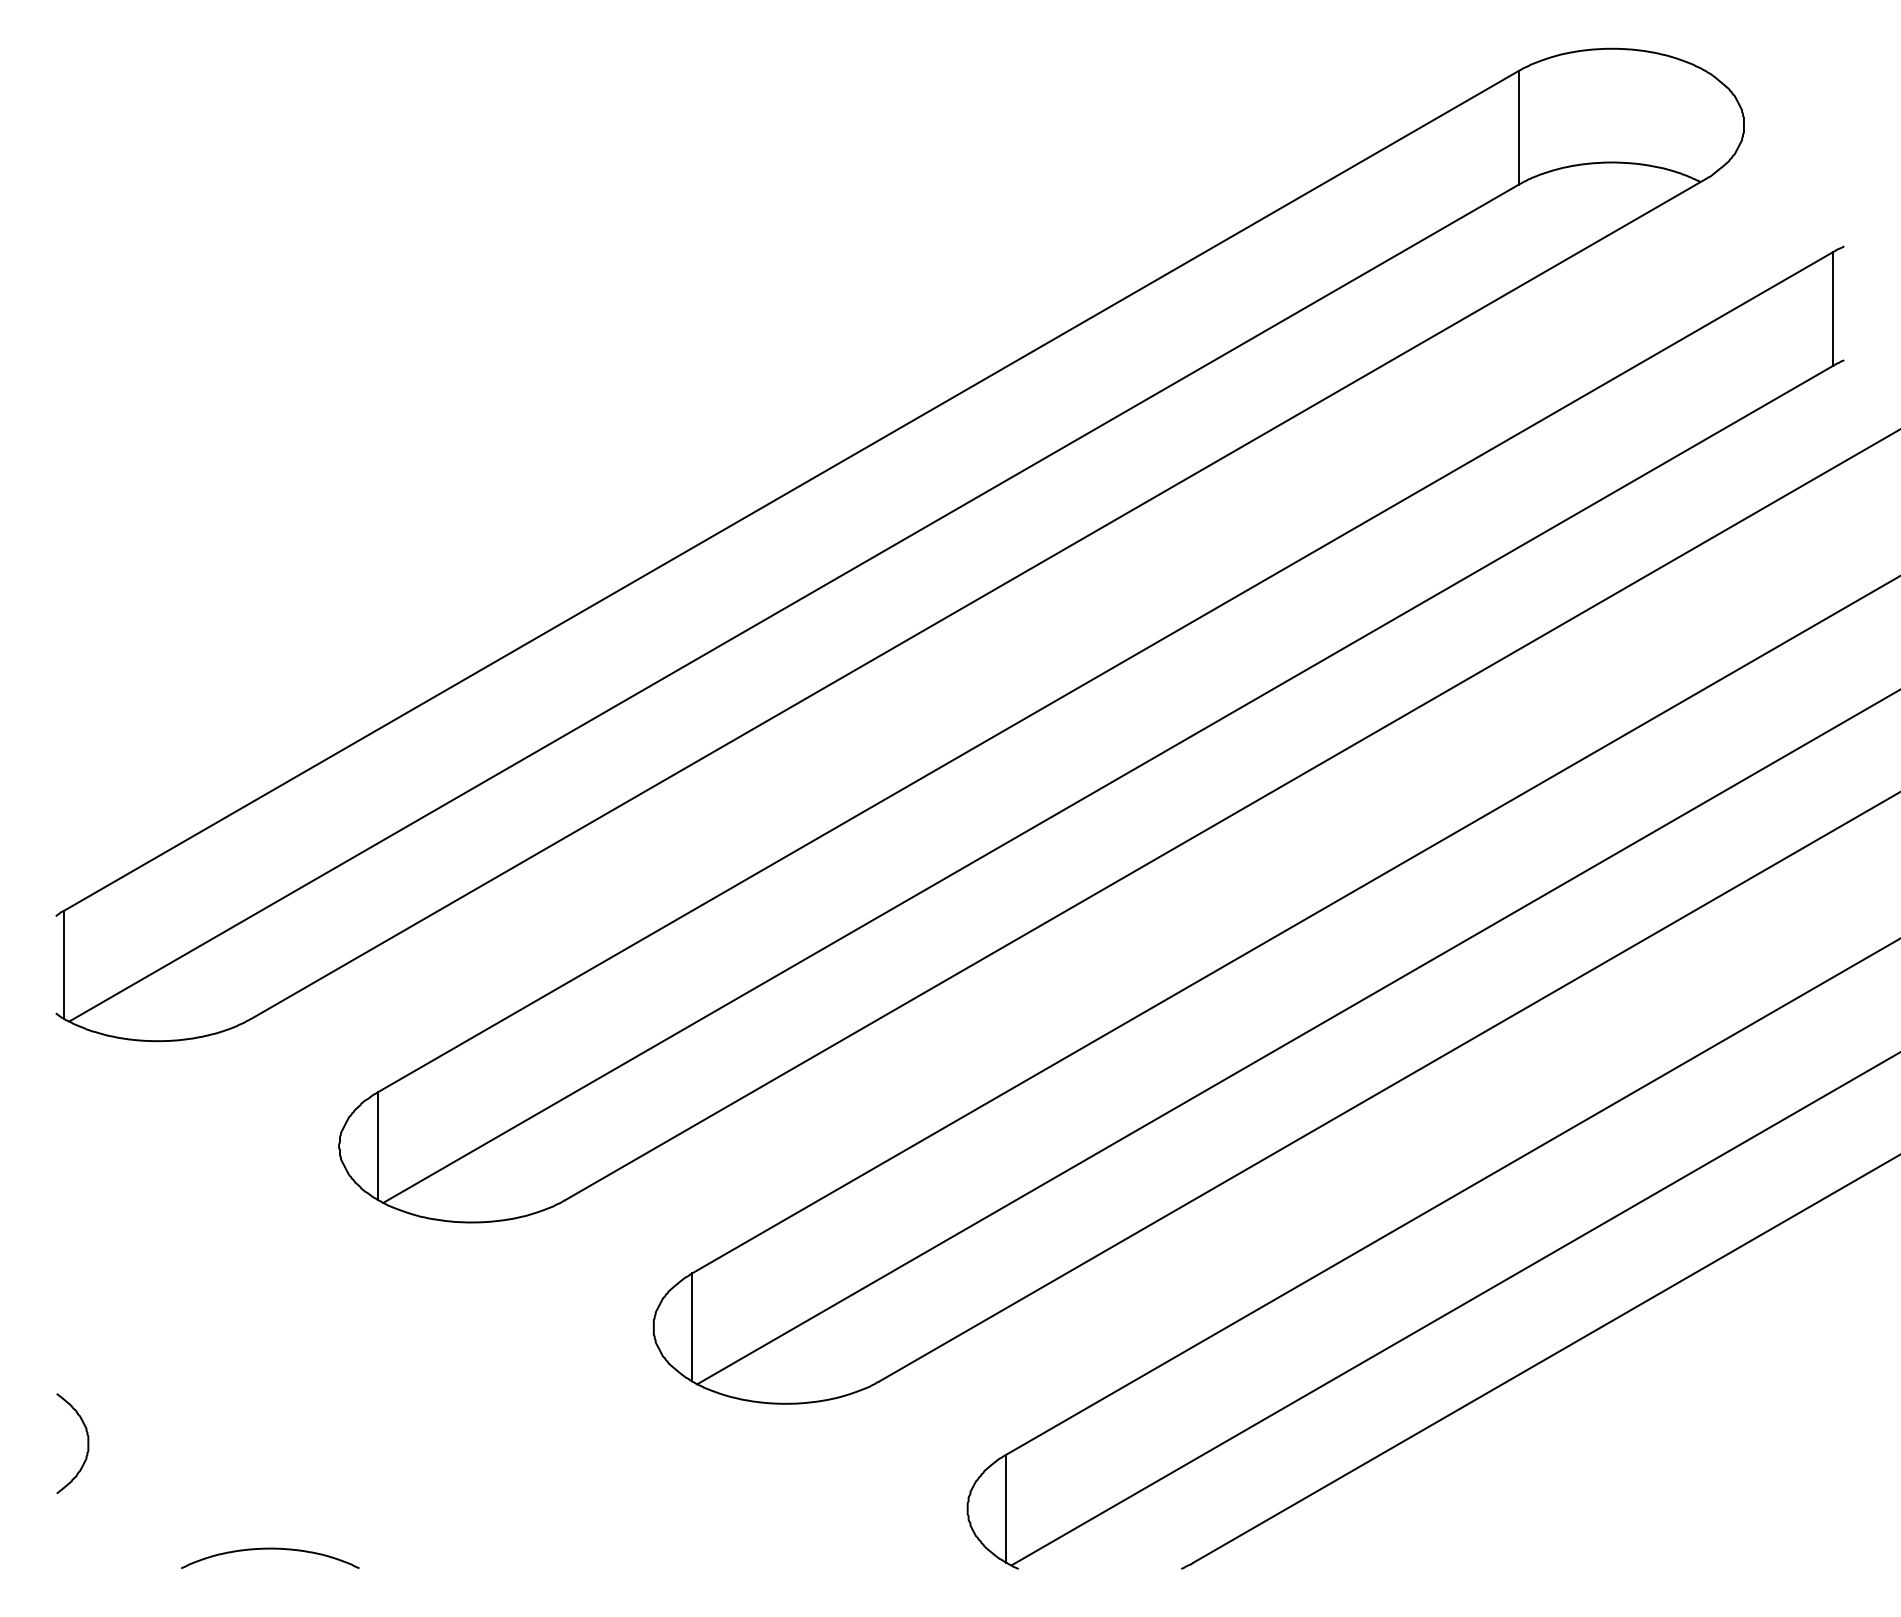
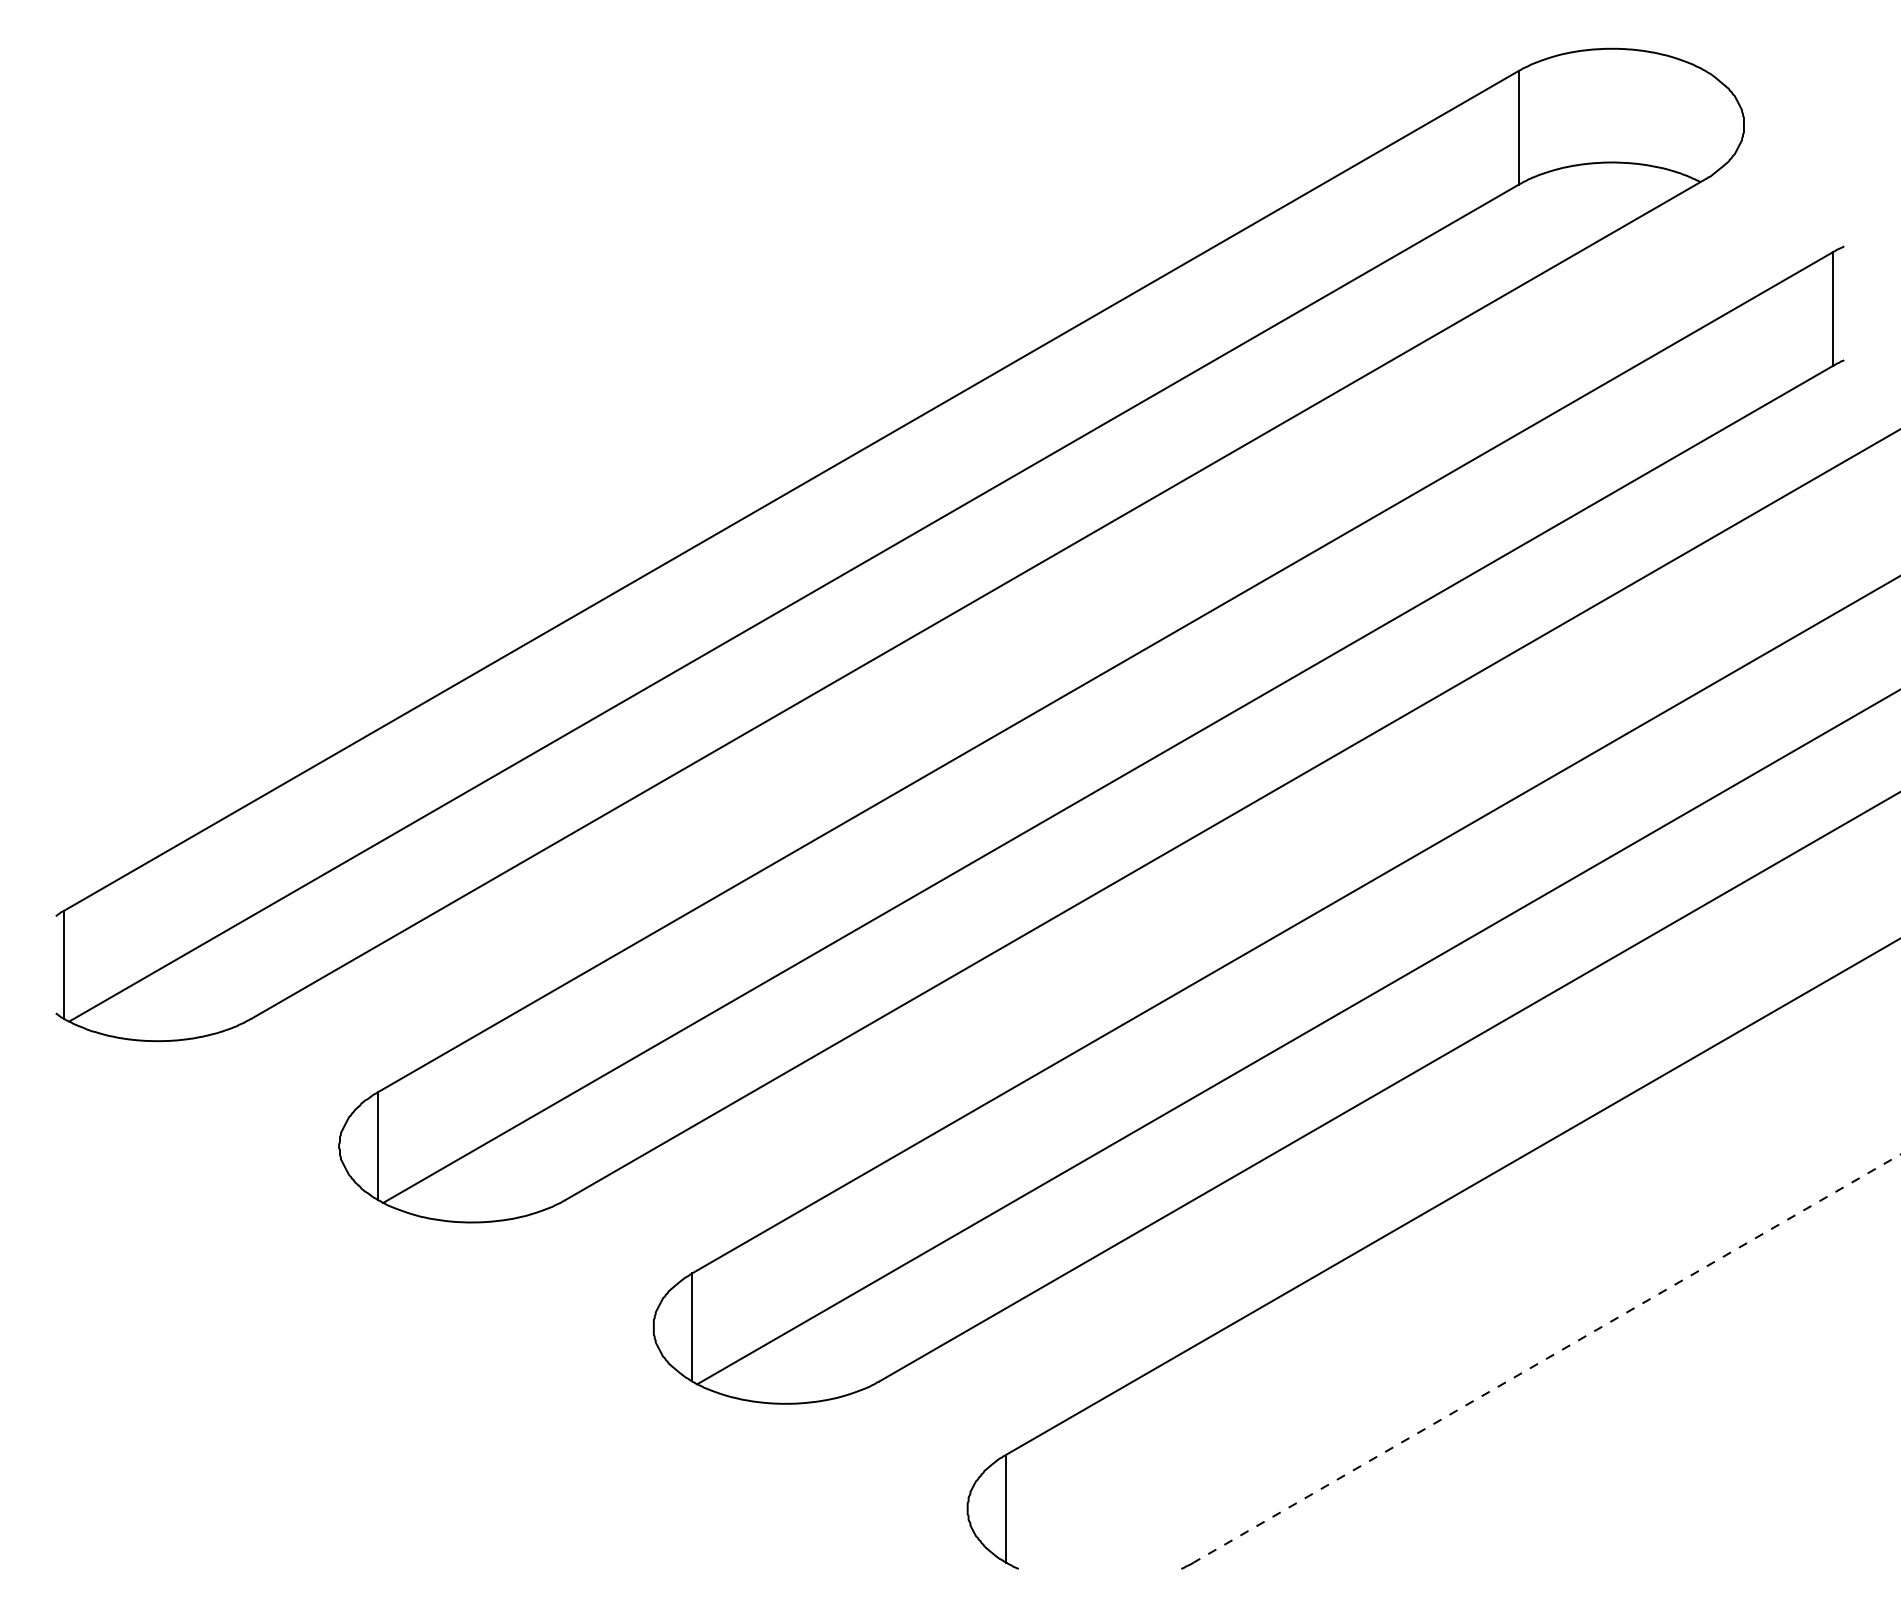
line at (1454, 1309): present -> none
line at (1546, 1358): solid -> dashed
curve at (87, 1443): present -> none
curve at (270, 1549): present -> none
